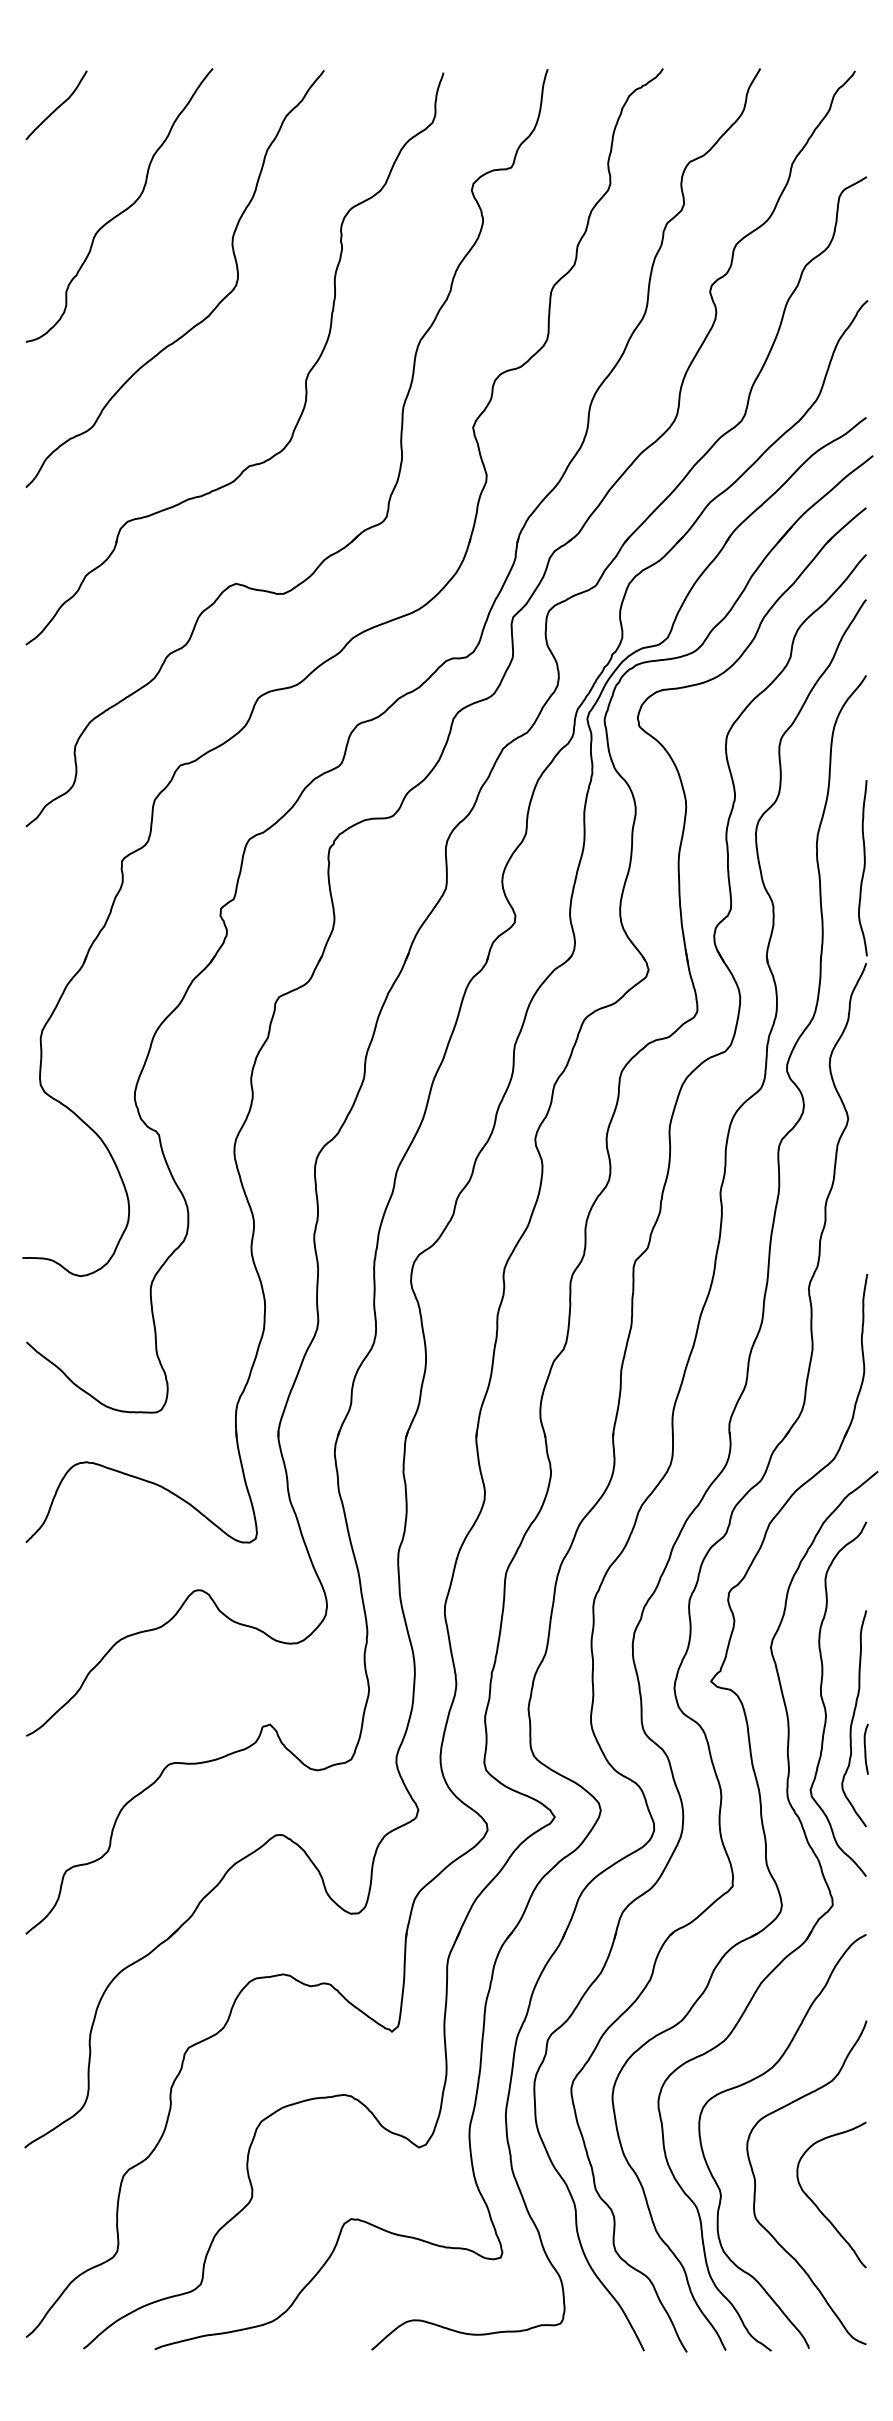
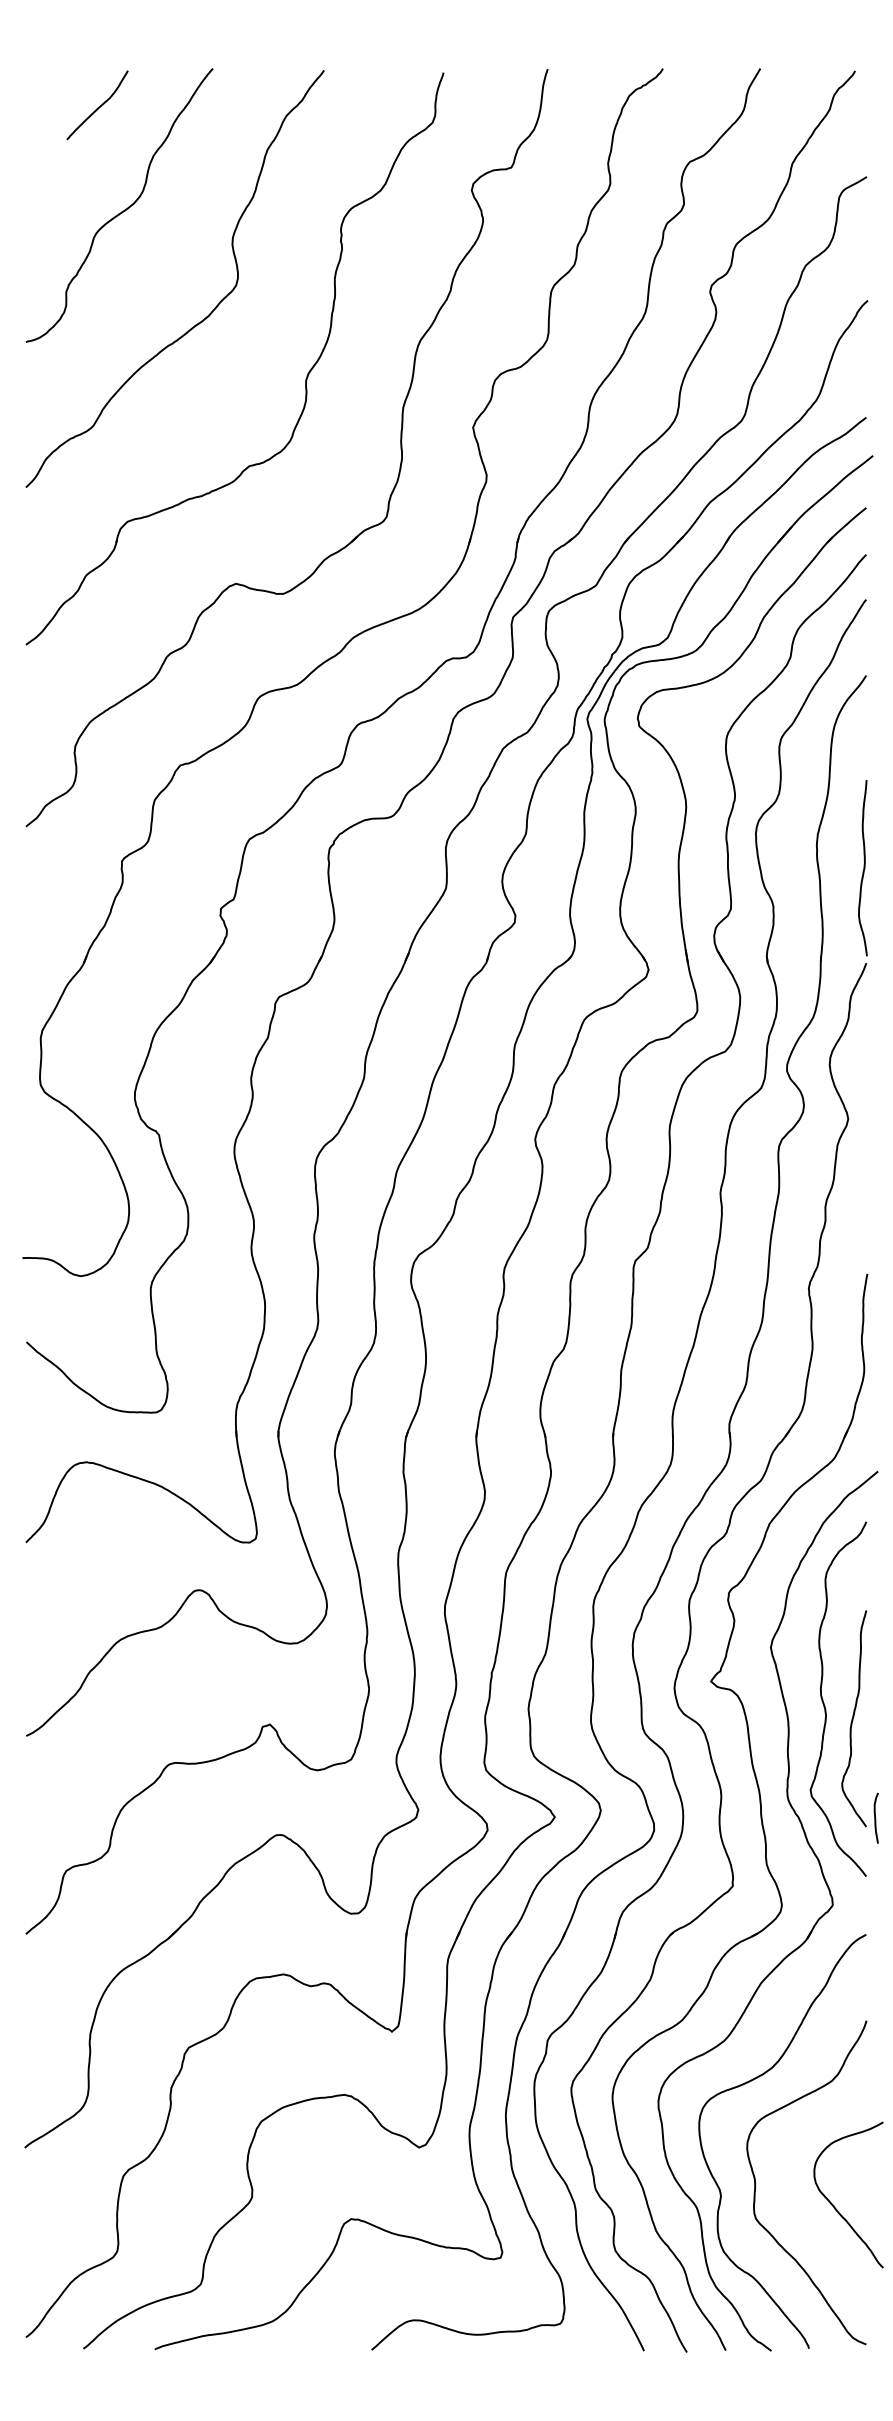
curve at (57, 106) position: (57, 106) -> (98, 106)
curve at (865, 1748) position: (865, 1748) -> (875, 1817)
curve at (817, 2205) position: (817, 2205) -> (834, 2205)
